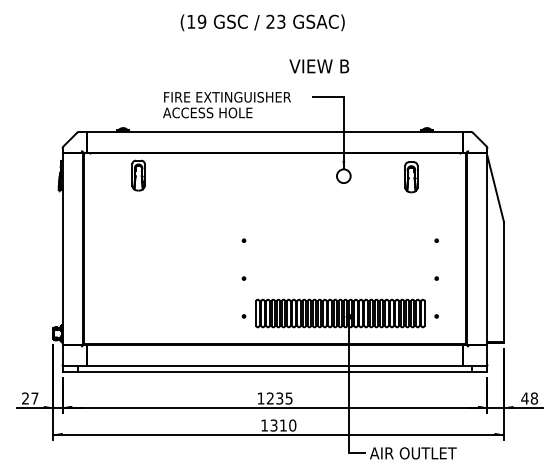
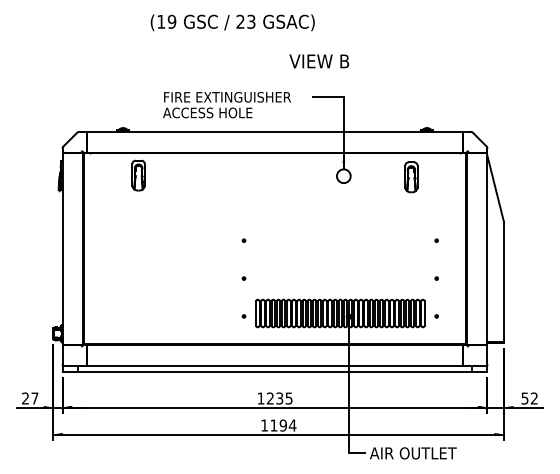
text at (262, 22) position: (262, 22) -> (232, 22)
text at (319, 66) position: (319, 66) -> (319, 61)
text at (529, 398): 48 -> 52
text at (283, 425): 1310 -> 1194
